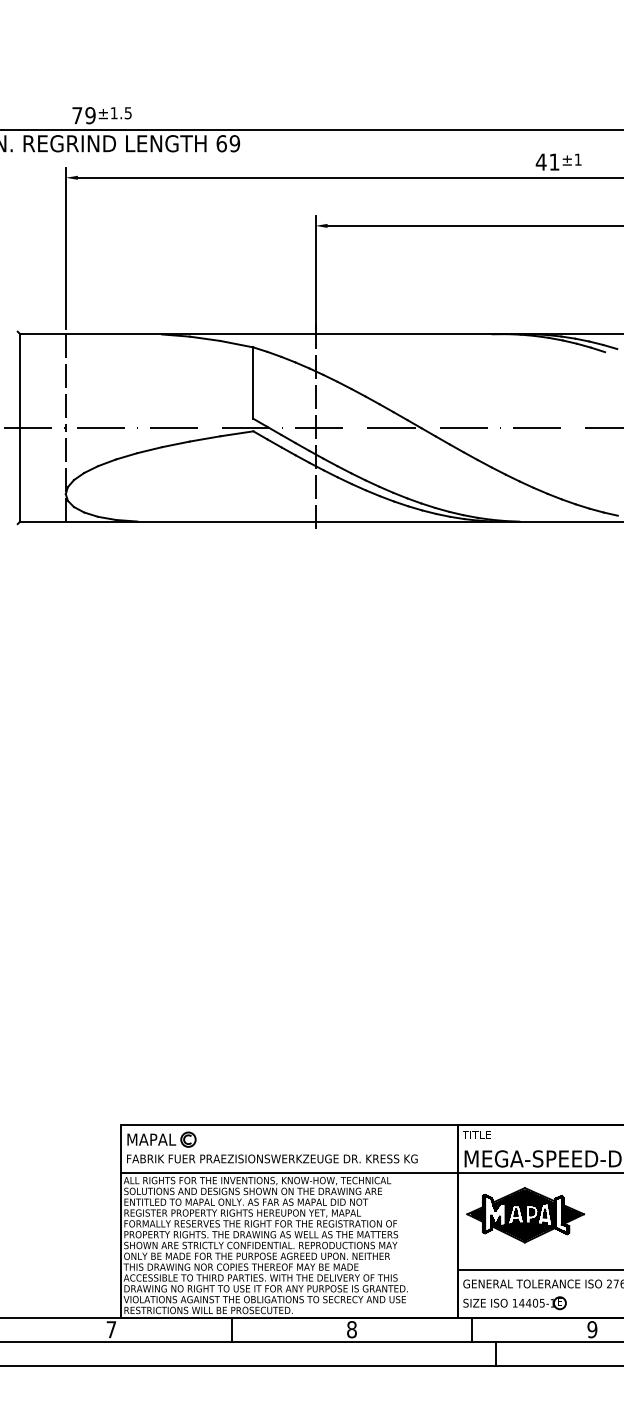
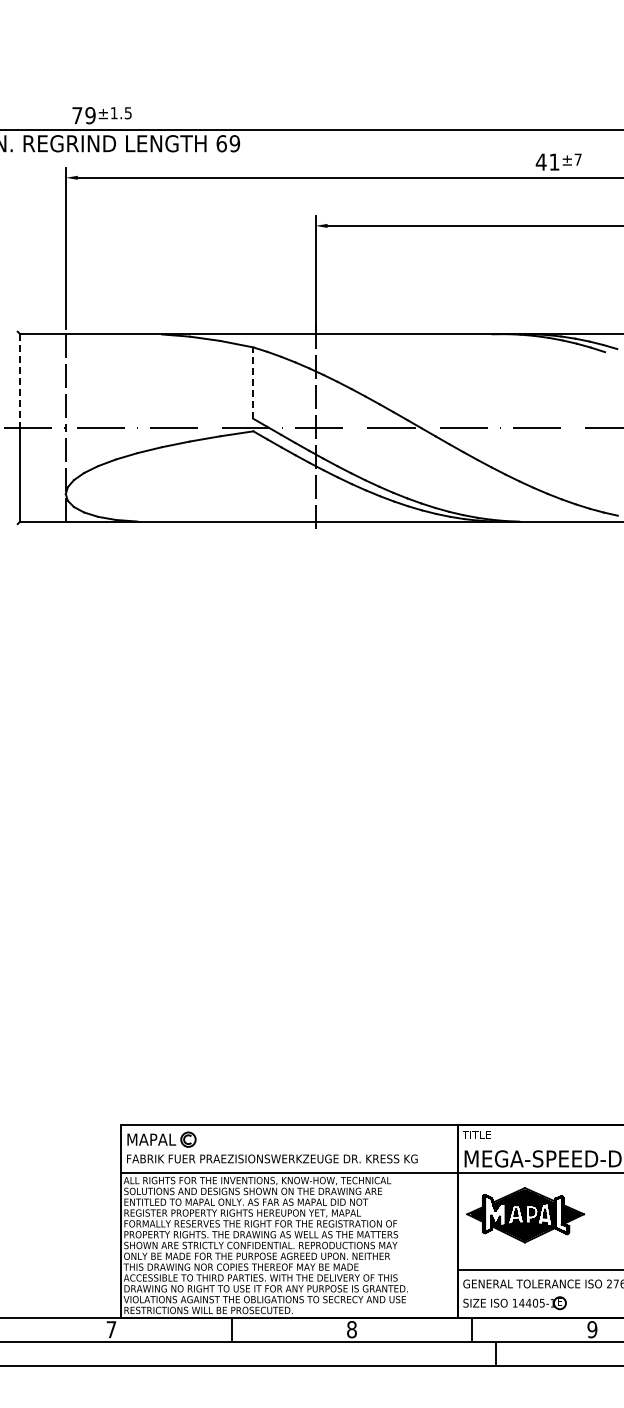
text at (577, 159): ±1 -> ±7
line at (20, 381): solid -> dashed
line at (253, 383): solid -> dashed
